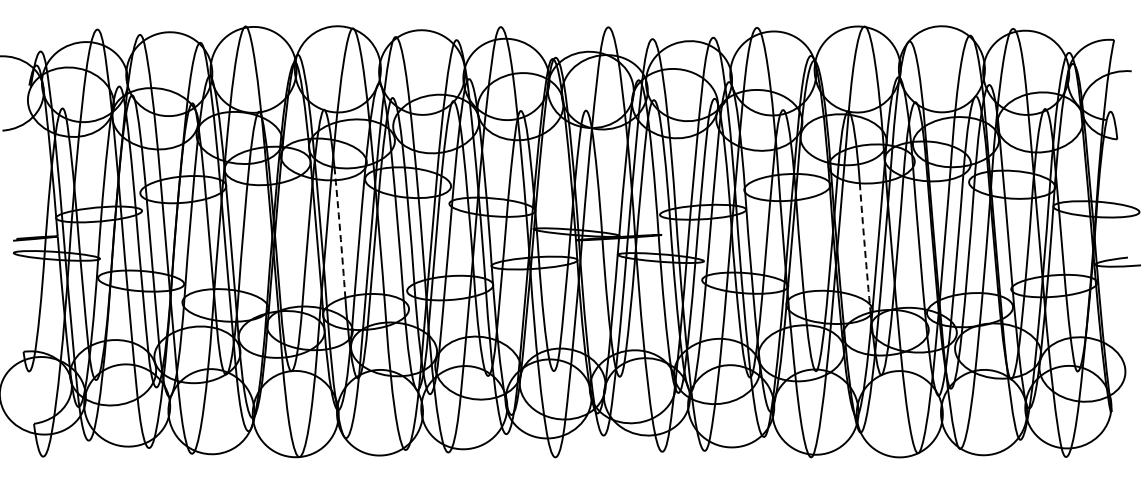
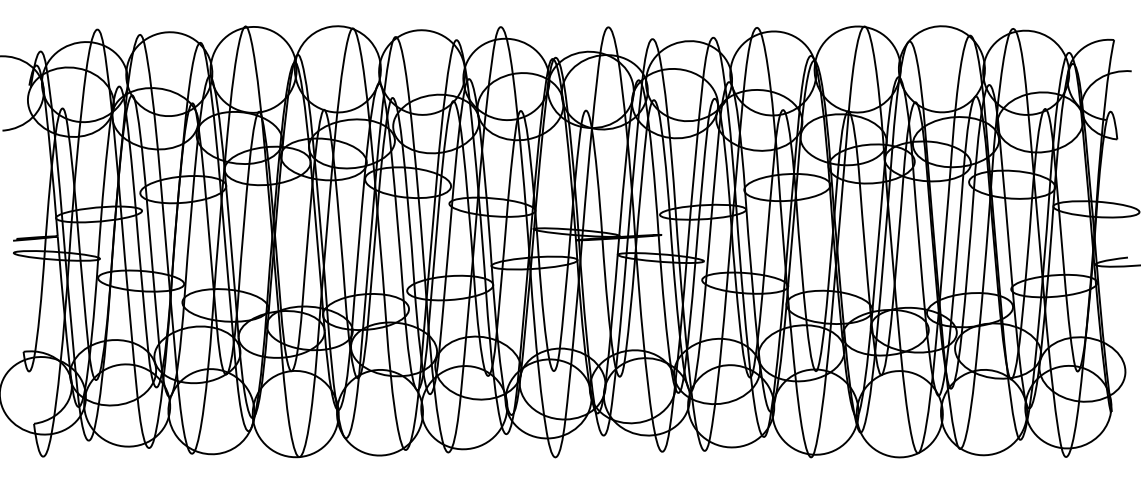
arc at (340, 232): dashed -> solid
arc at (864, 248): dashed -> solid
